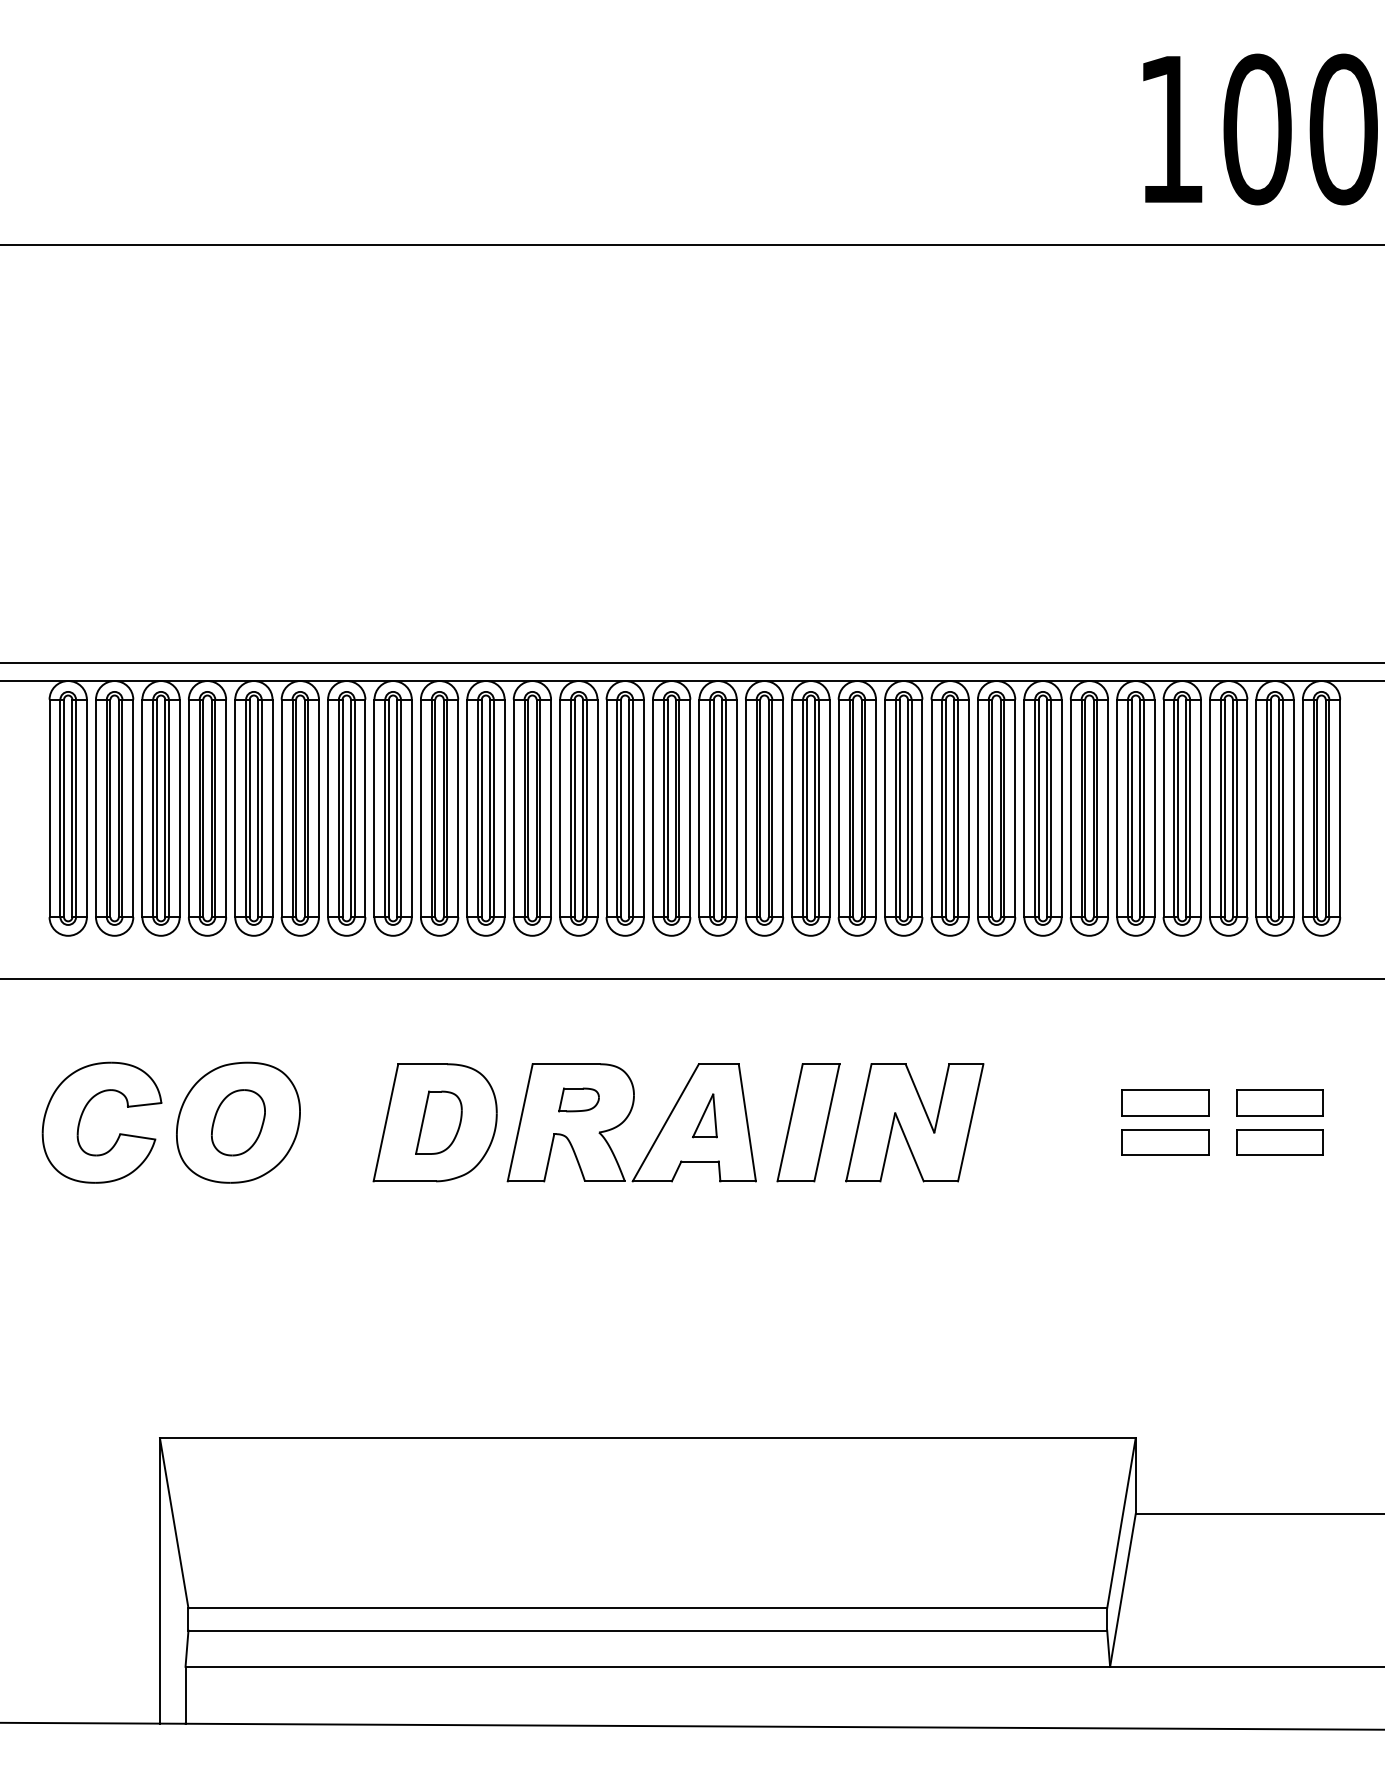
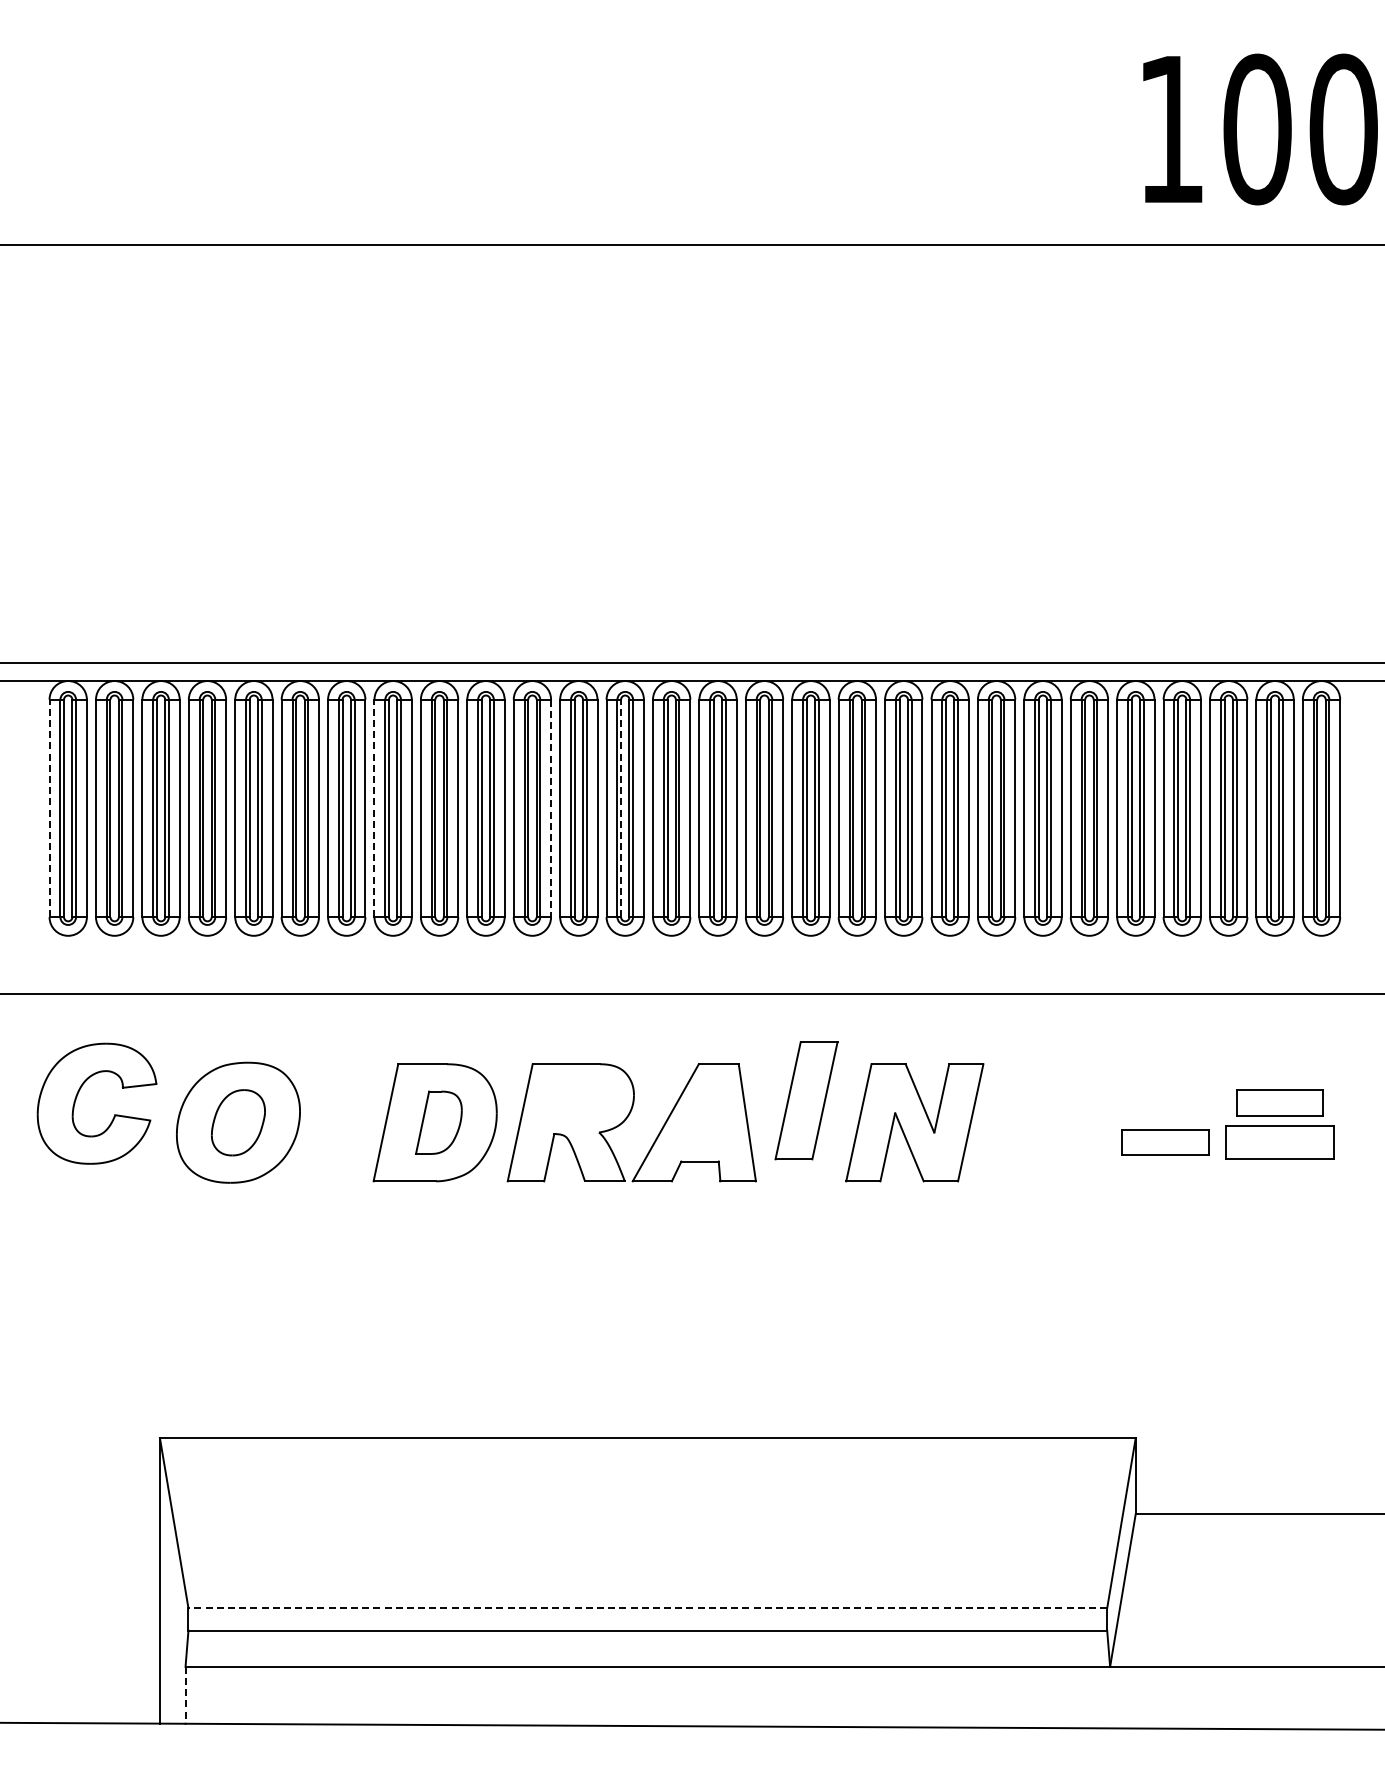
line at (49, 808): solid -> dashed
line at (374, 808): solid -> dashed
line at (551, 808): solid -> dashed
line at (621, 808): solid -> dashed
line at (691, 979) position: (691, 979) -> (691, 994)
part at (578, 1099): present -> none
part at (1165, 1102): present -> none
part at (704, 1115): present -> none
part at (82, 1116) position: (82, 1116) -> (77, 1097)
part at (808, 1122) position: (808, 1122) -> (806, 1100)
part at (1279, 1142) size: 88x27 px -> 110x35 px
line at (647, 1608): solid -> dashed
line at (185, 1695): solid -> dashed
